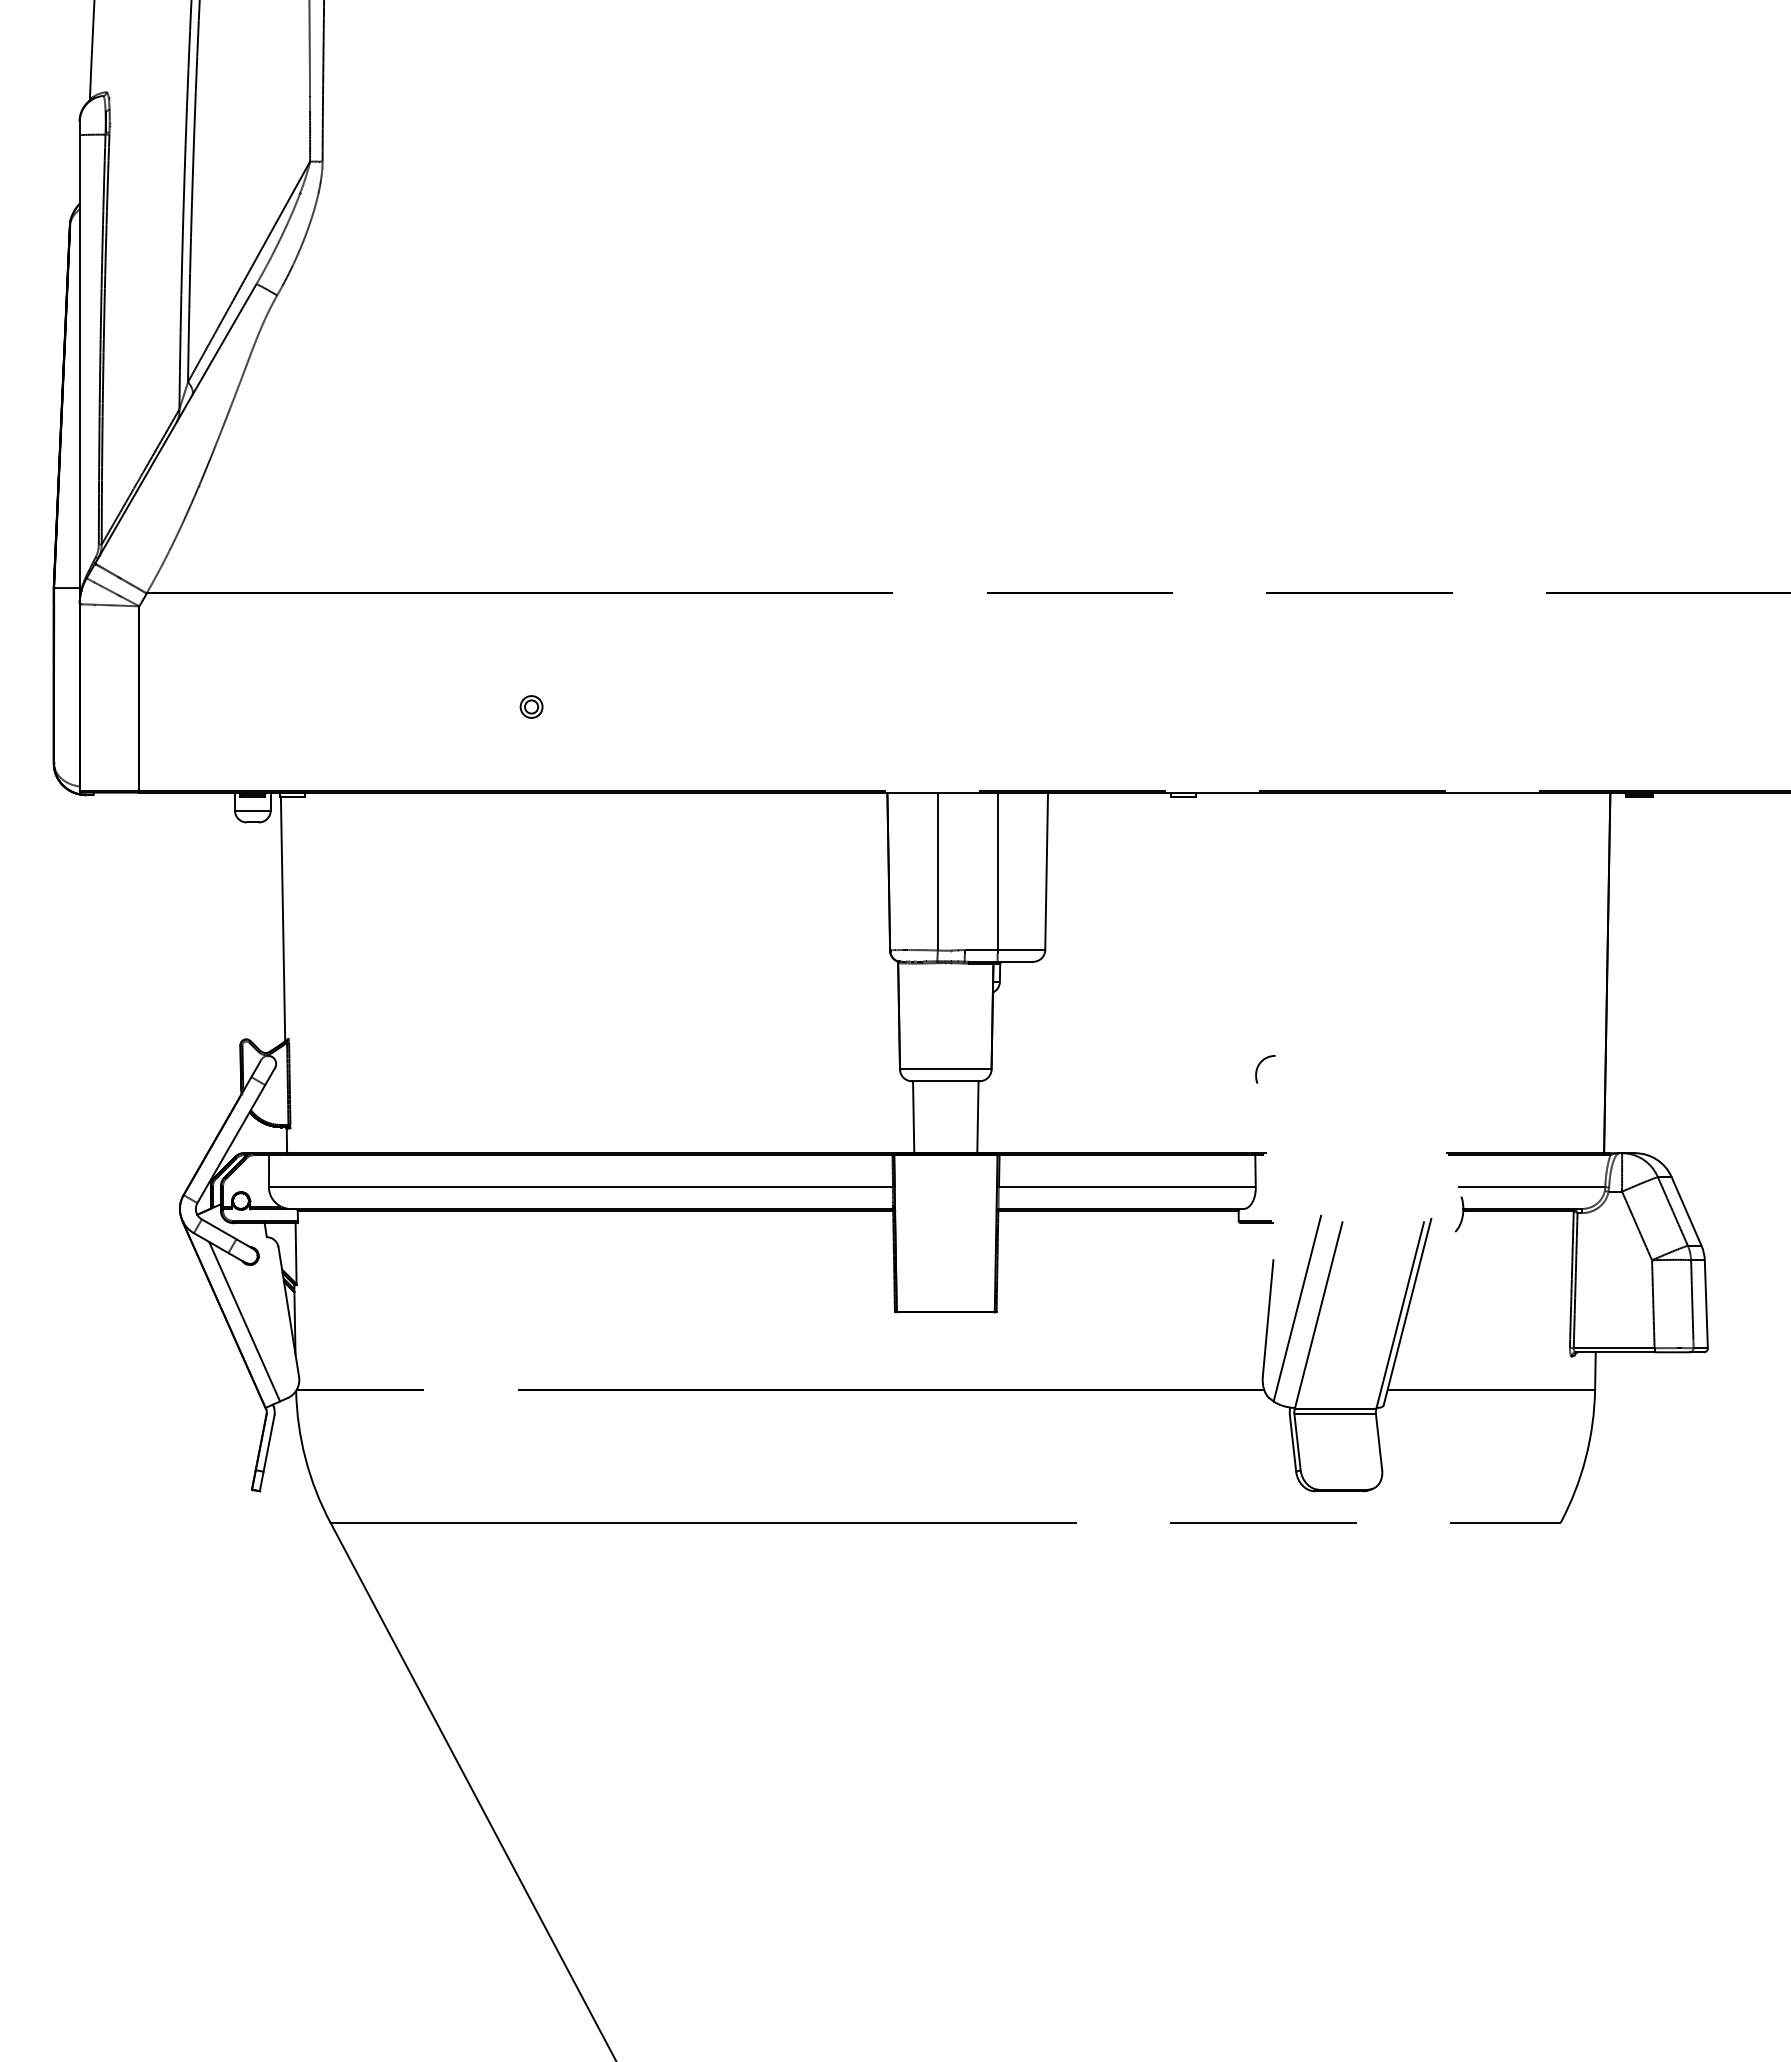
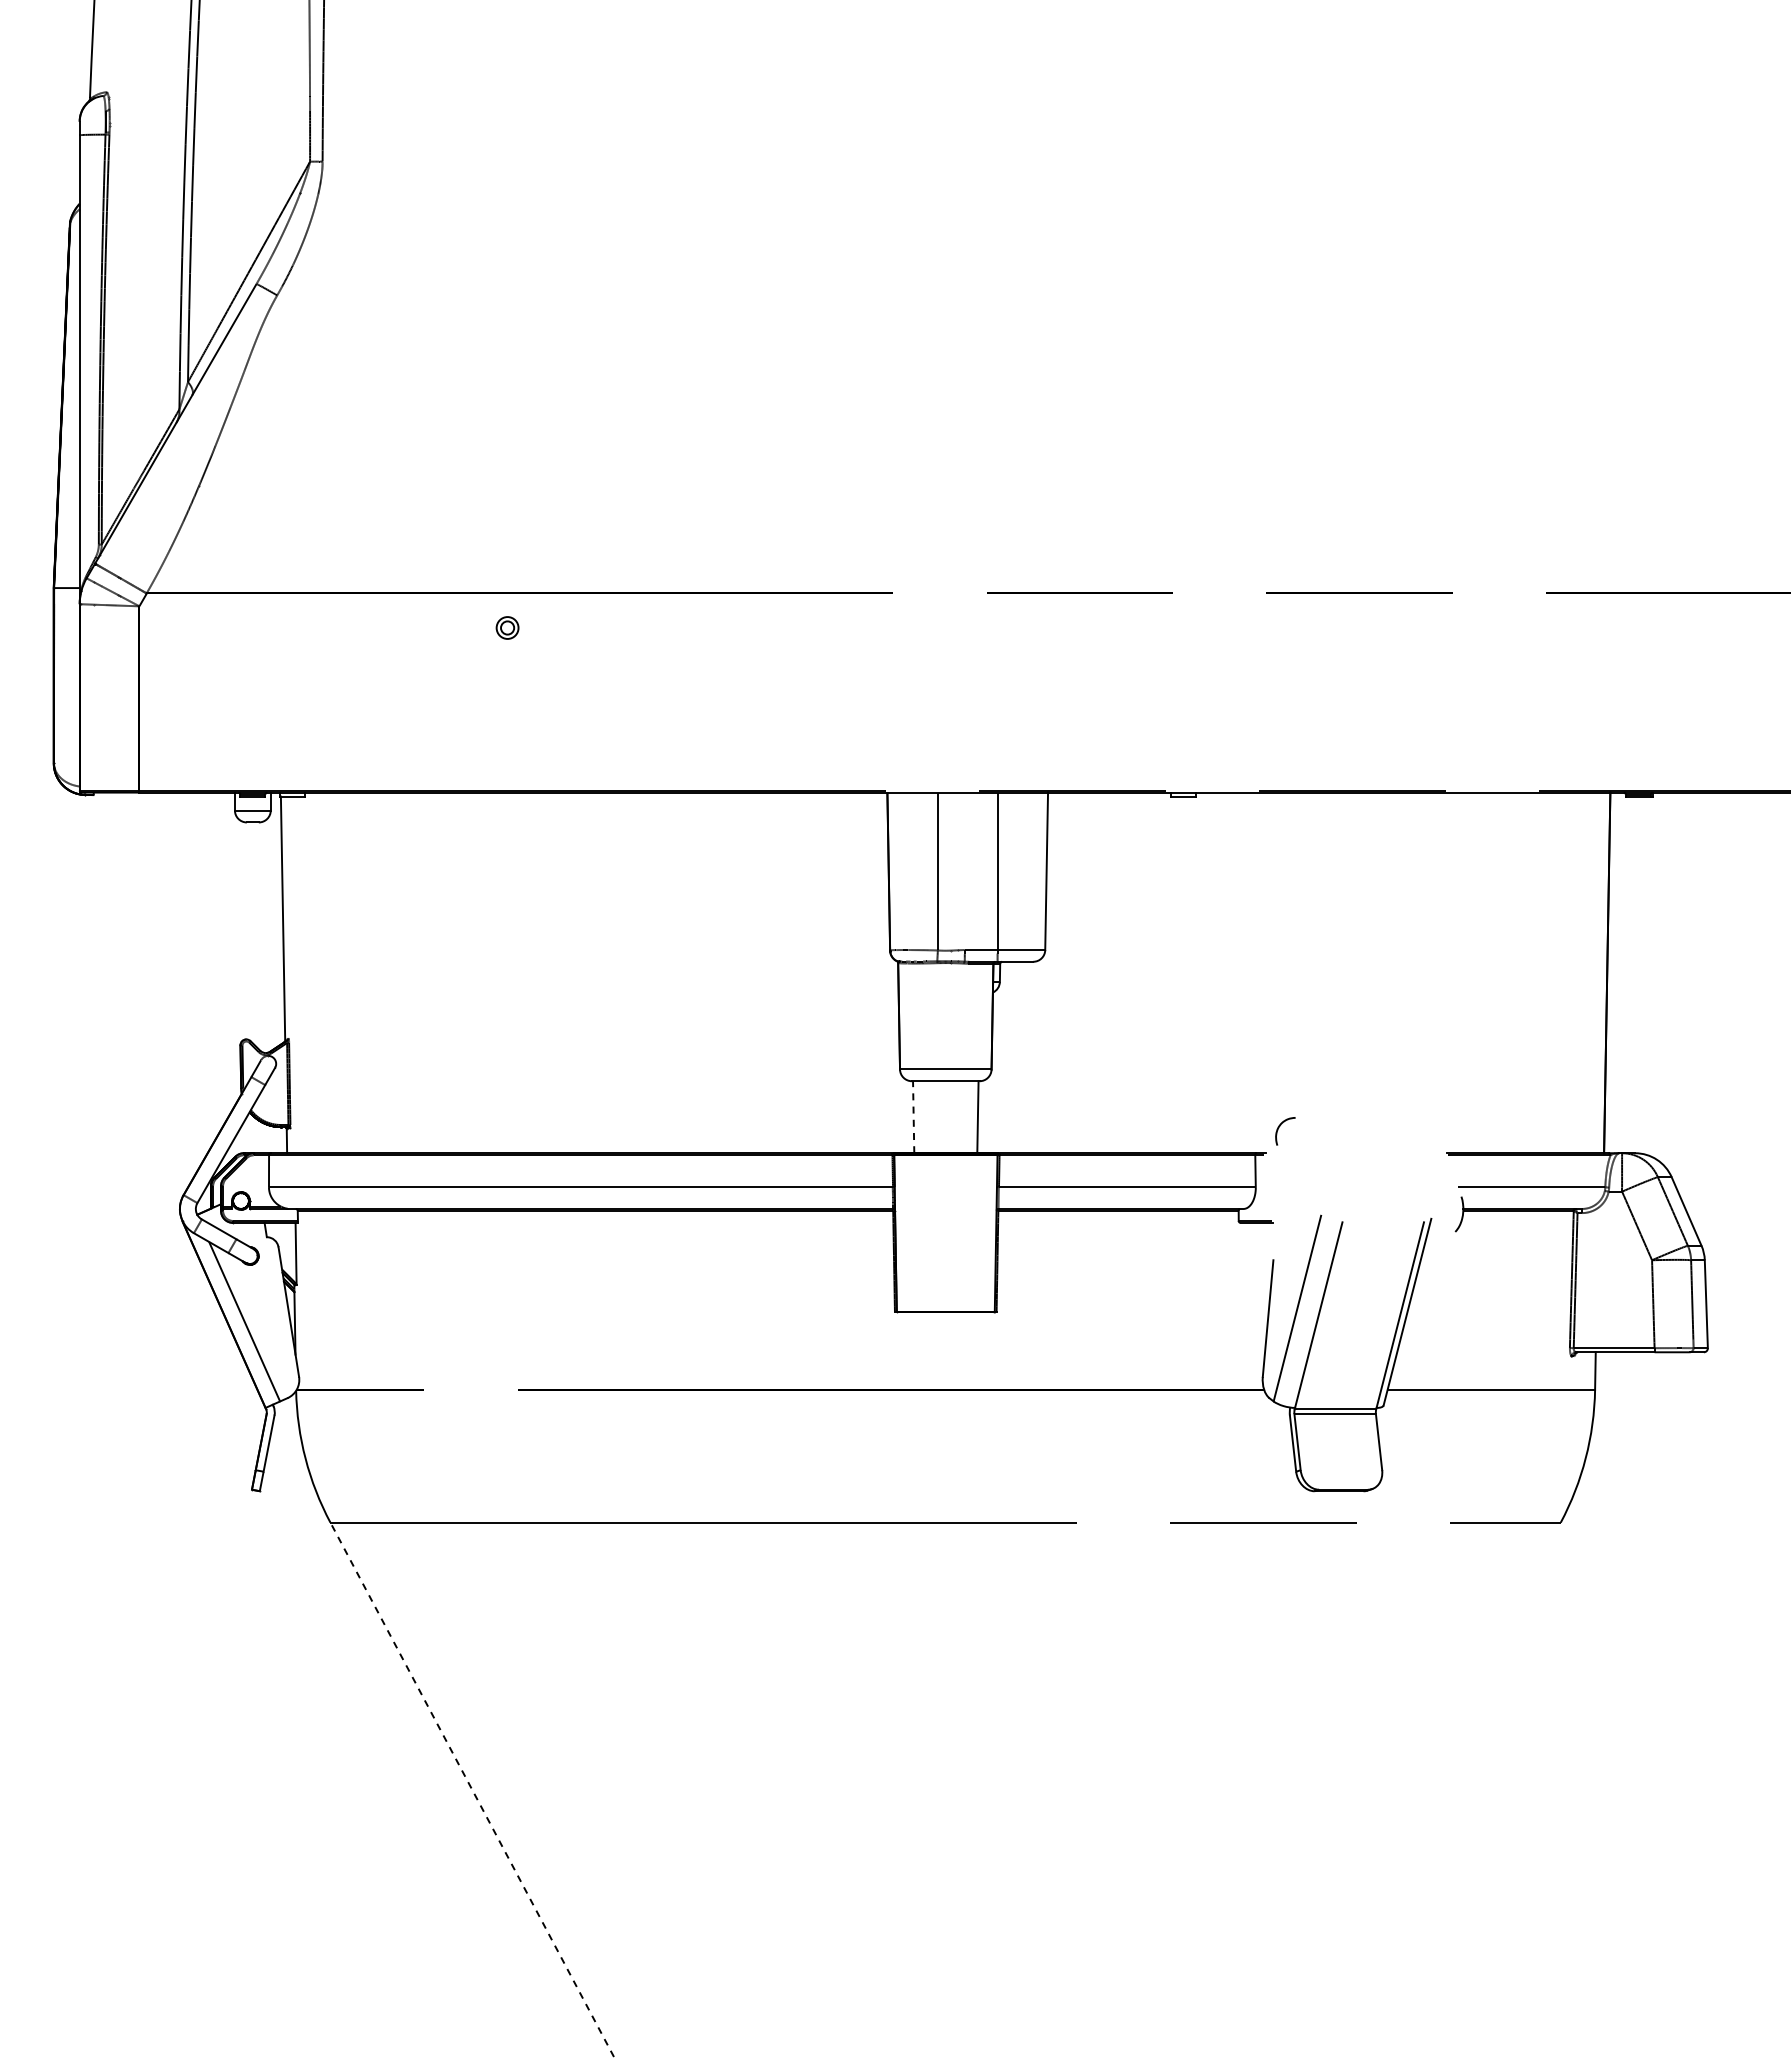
part at (531, 706) position: (531, 706) -> (507, 627)
curve at (1259, 1066) position: (1259, 1066) -> (1279, 1128)
line at (913, 1116): solid -> dashed
line at (473, 1791): solid -> dashed
